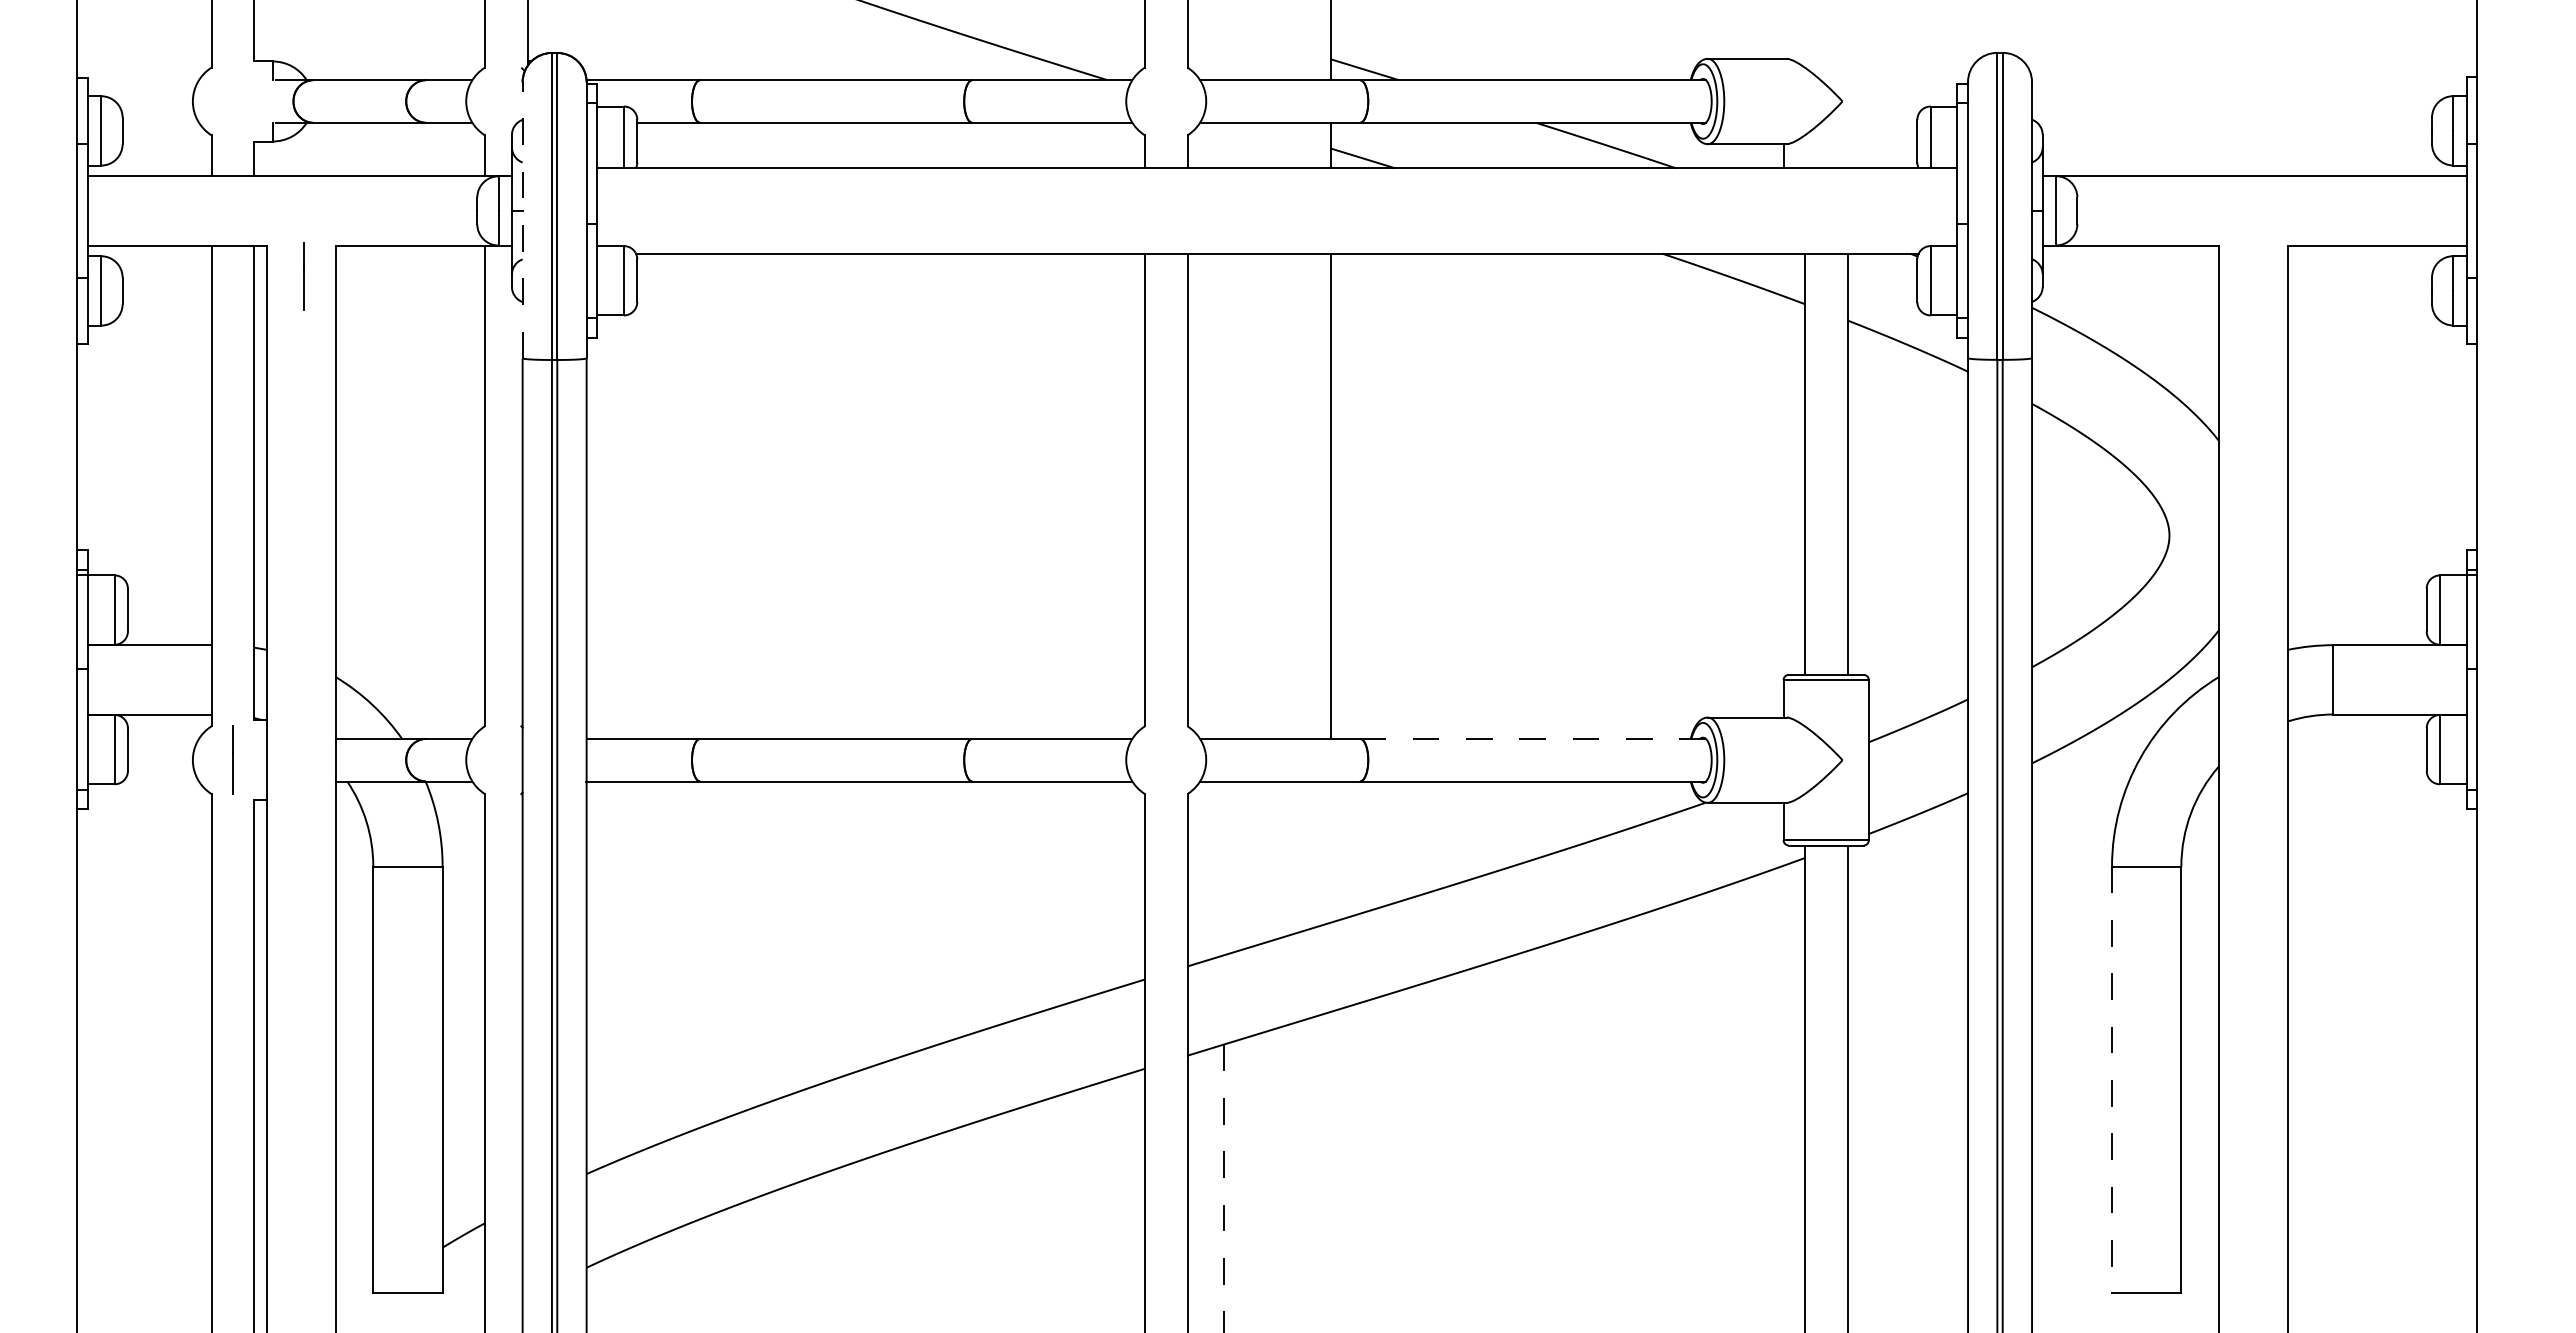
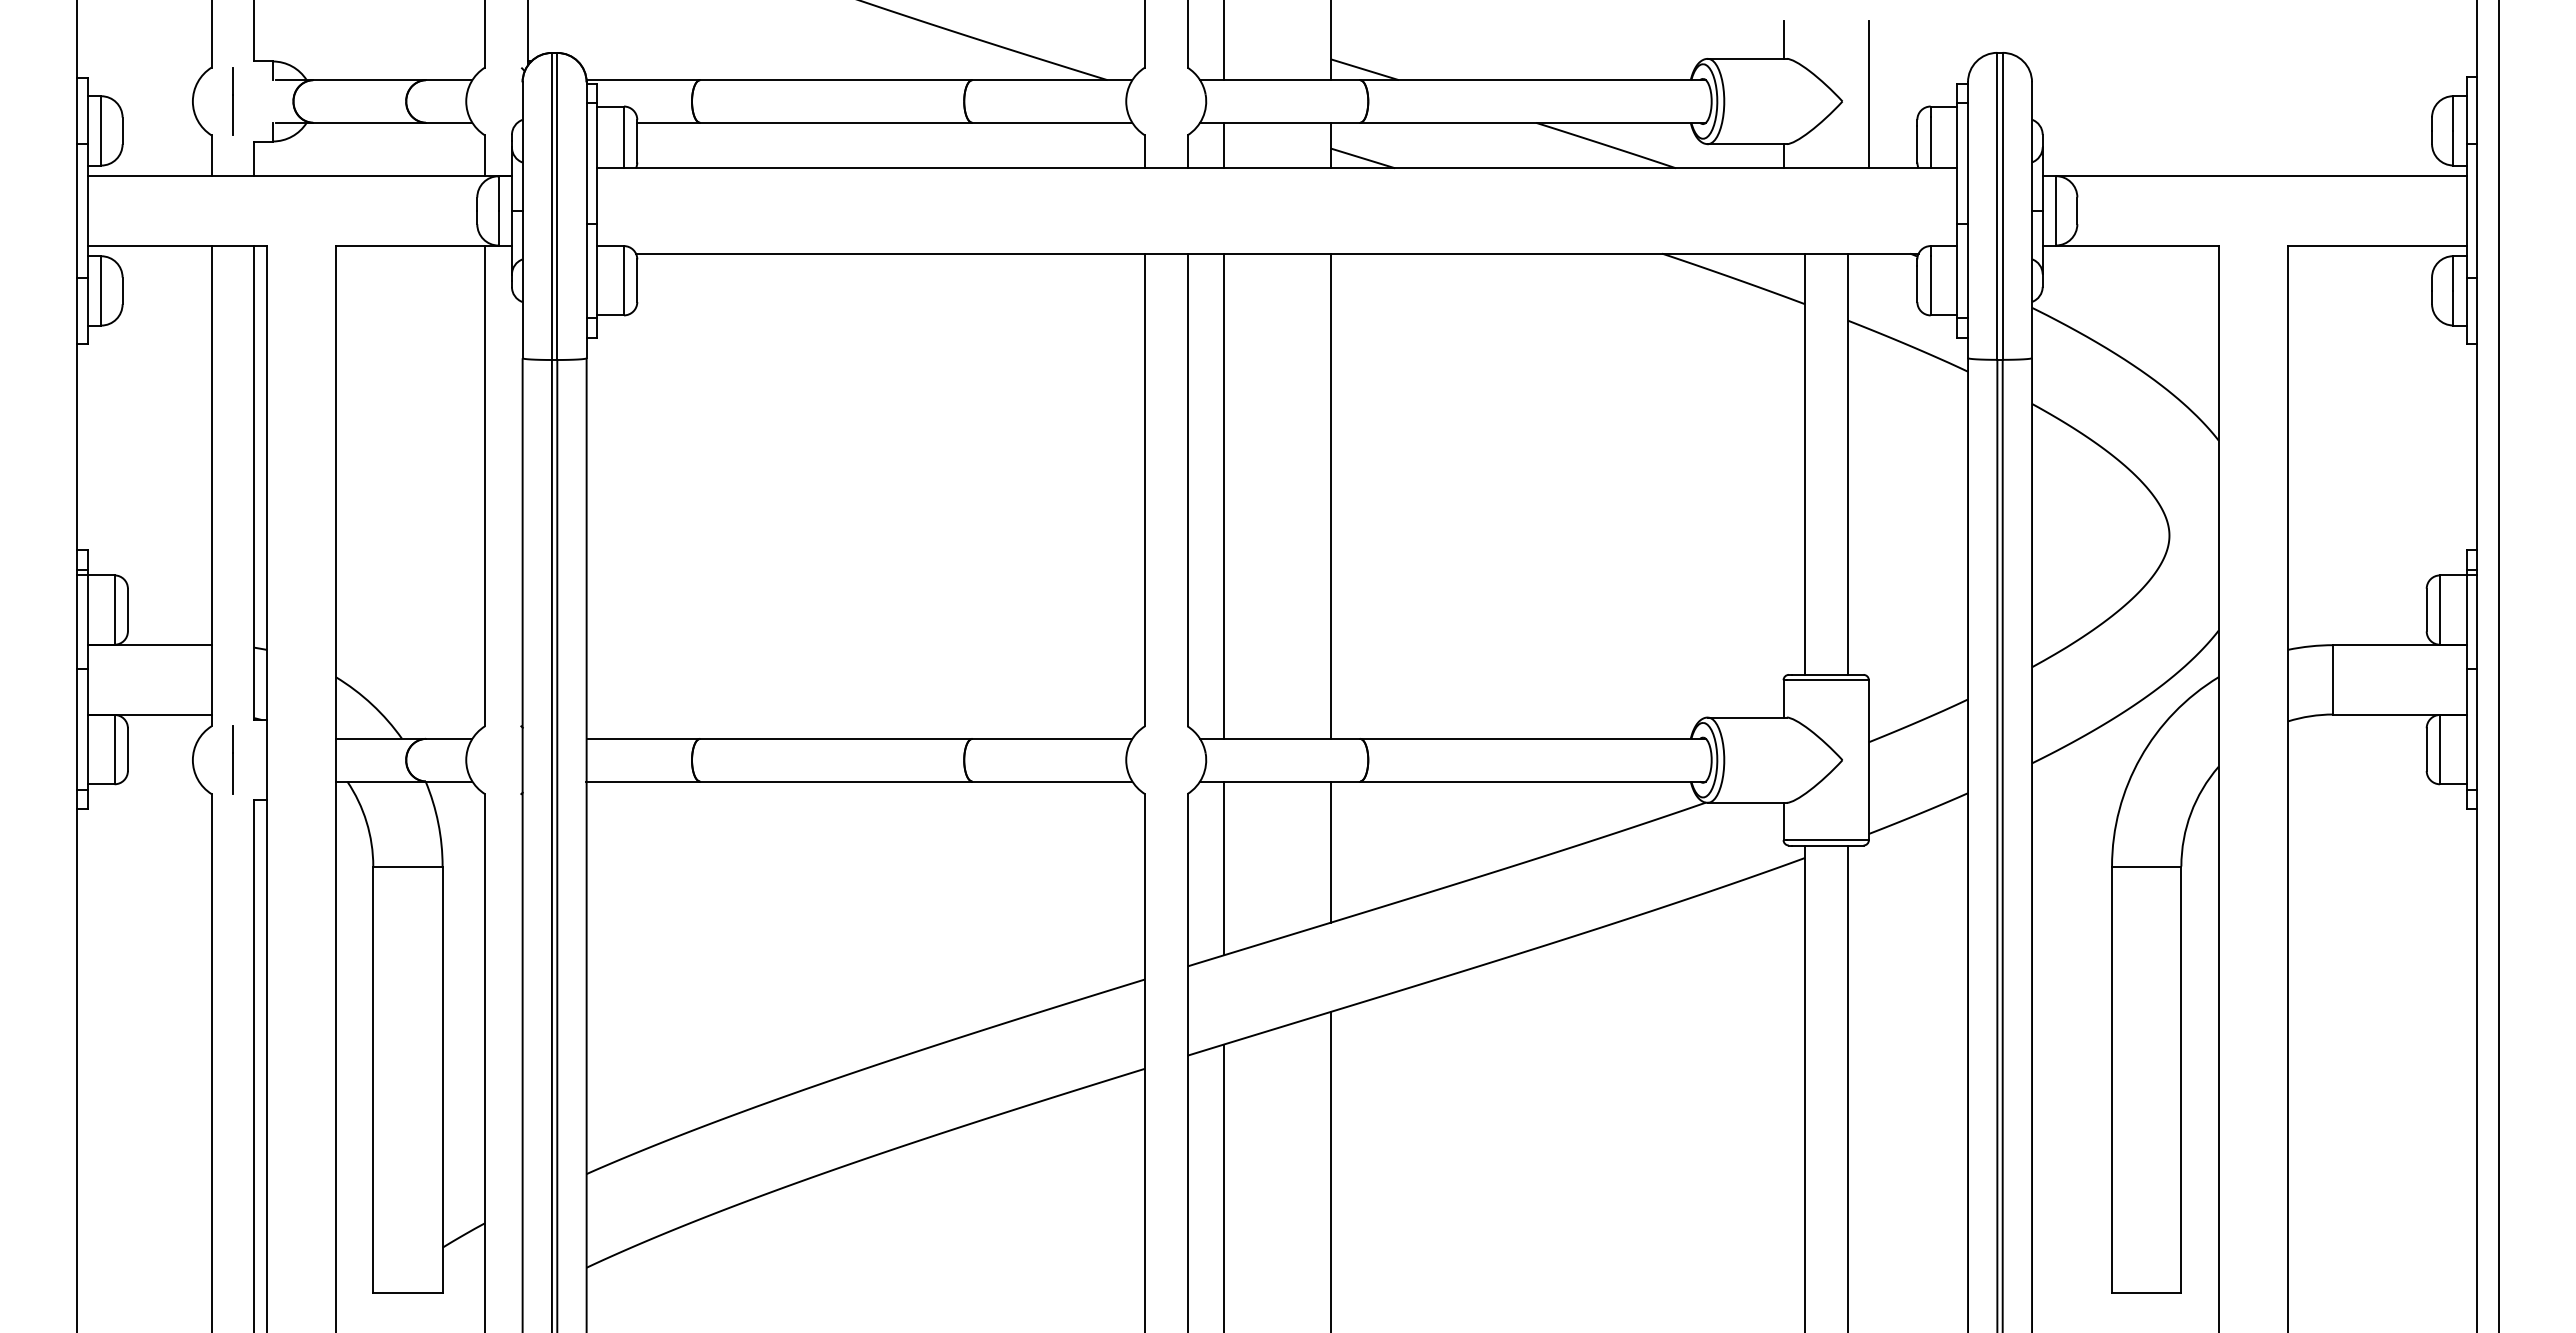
line at (1783, 39): none -> present
line at (1223, 41): none -> present
line at (1868, 94): none -> present
line at (1223, 145): none -> present
line at (522, 220): dashed -> solid
line at (303, 276) position: (303, 276) -> (232, 101)
line at (1223, 495): none -> present
line at (2498, 665): none -> present
line at (1533, 738): dashed -> solid
line at (1330, 851): none -> present
line at (1223, 868): none -> present
line at (2112, 1080): dashed -> solid
line at (1330, 1170): none -> present
line at (1223, 1189): dashed -> solid
